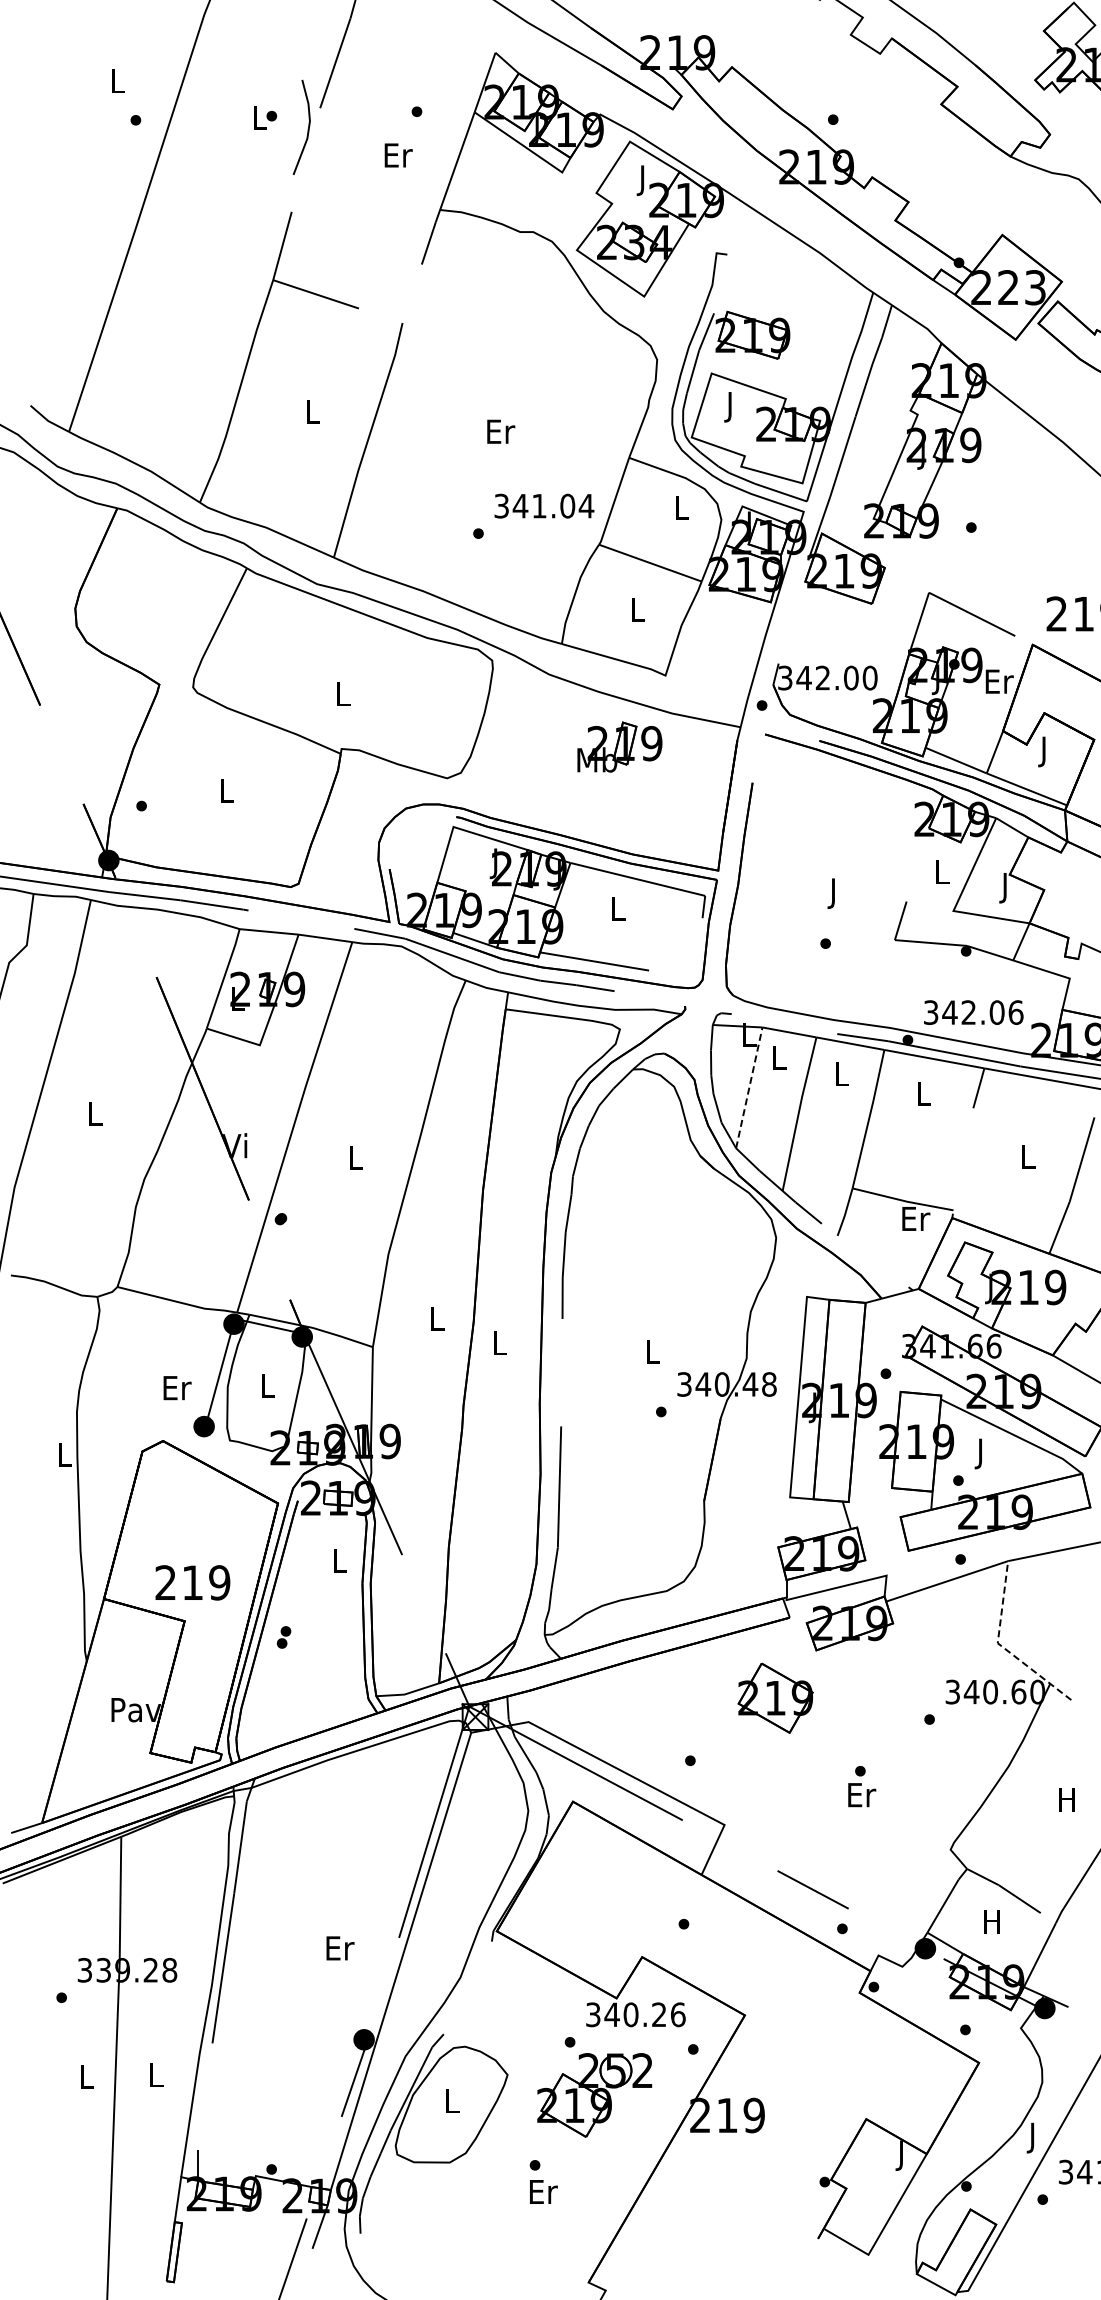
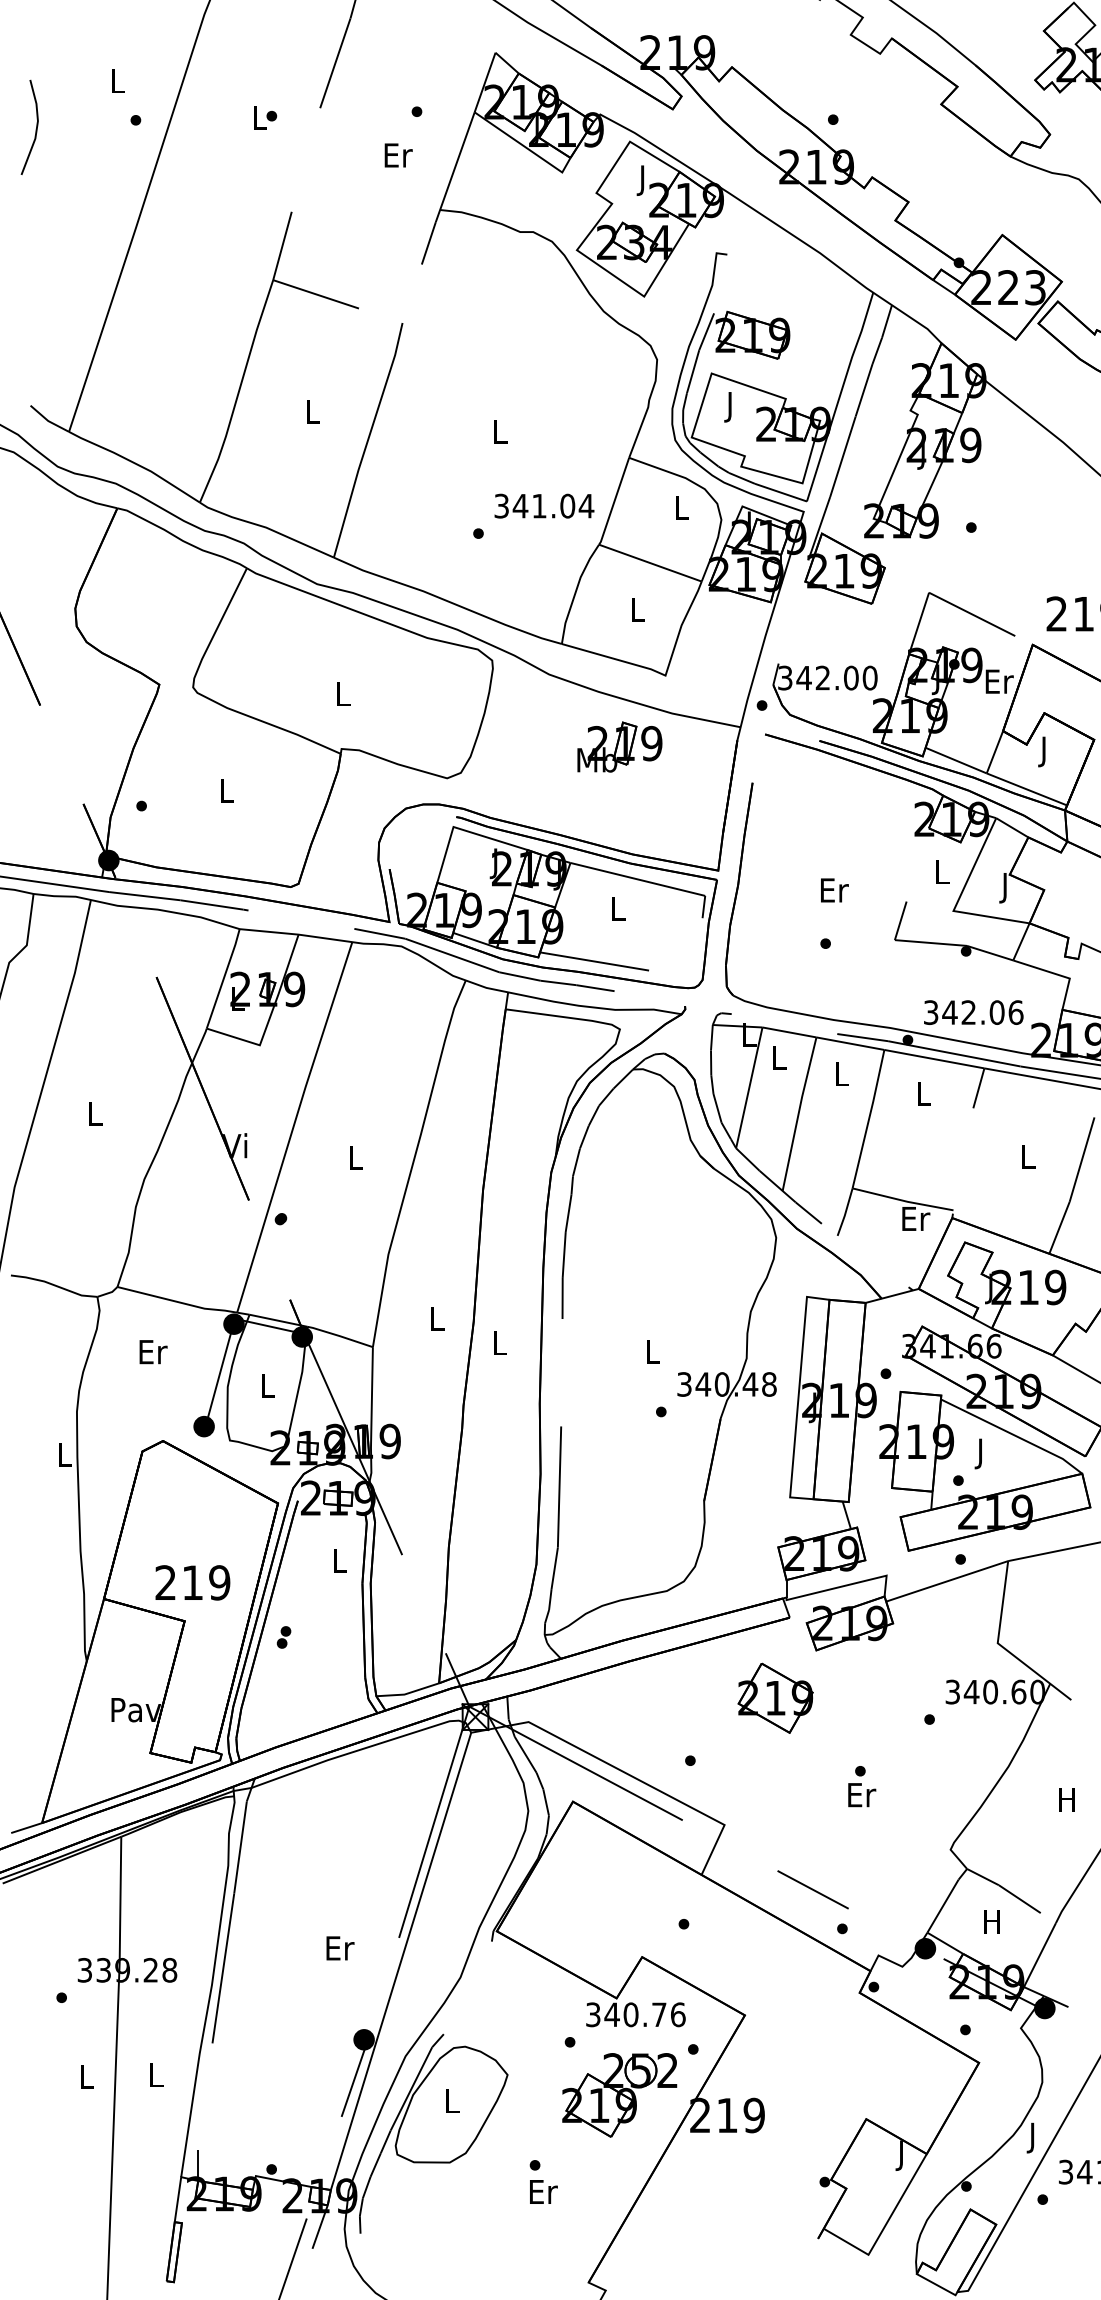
line at (307, 129) position: (307, 129) -> (35, 129)
text at (501, 431): Er -> L
text at (834, 893): J -> Er
line at (749, 1087): dashed -> solid
text at (177, 1388) position: (177, 1388) -> (153, 1352)
line at (1001, 1646): dashed -> solid
text at (659, 2014): 340.26 -> 340.76
part at (594, 2095) position: (594, 2095) -> (619, 2095)
